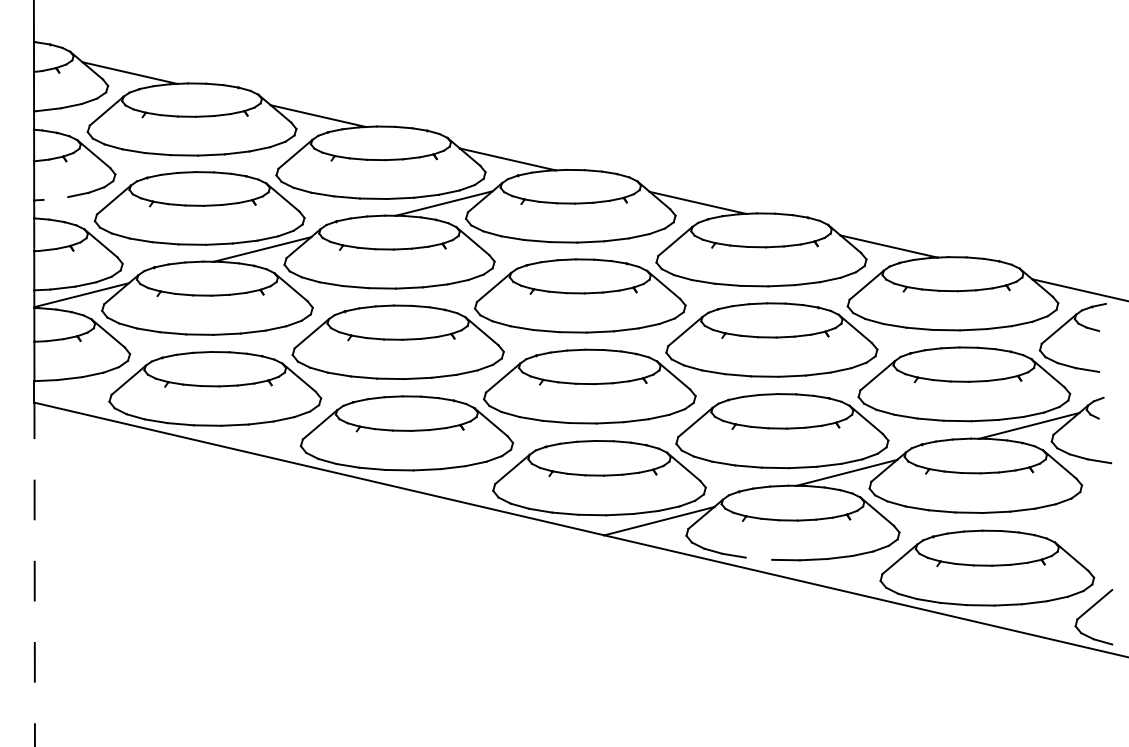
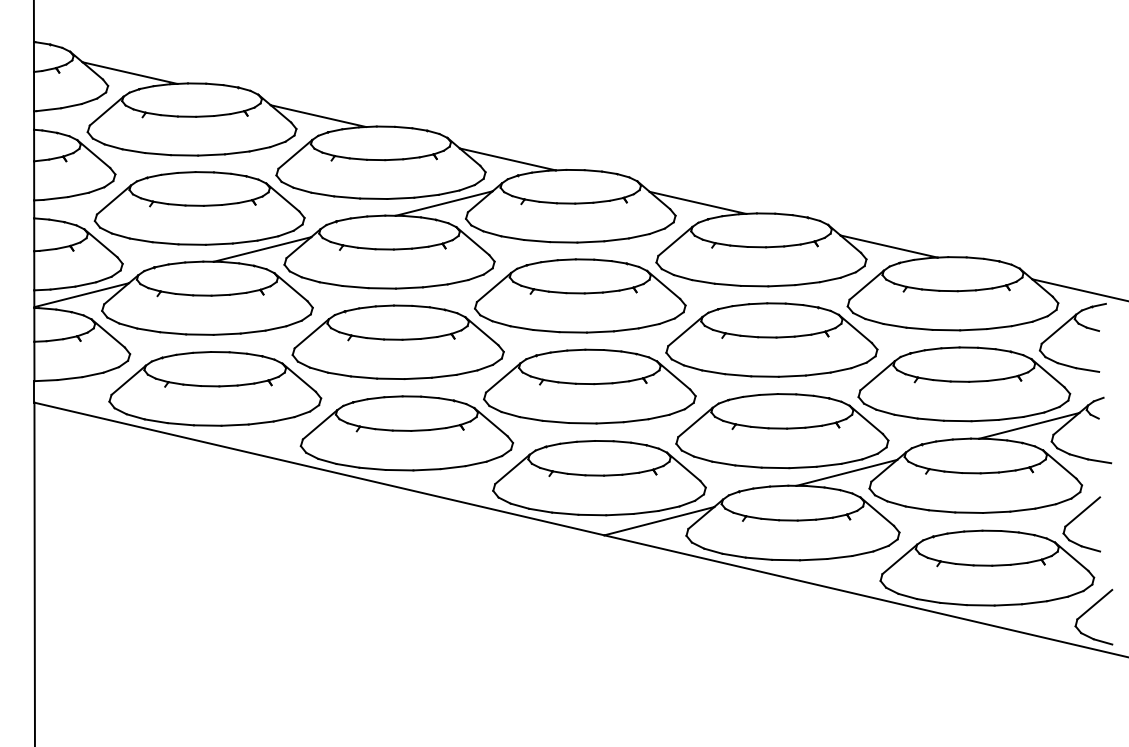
line at (55, 198): none -> present
part at (1076, 518): none -> present
line at (758, 558): none -> present
line at (34, 574): dashed -> solid
